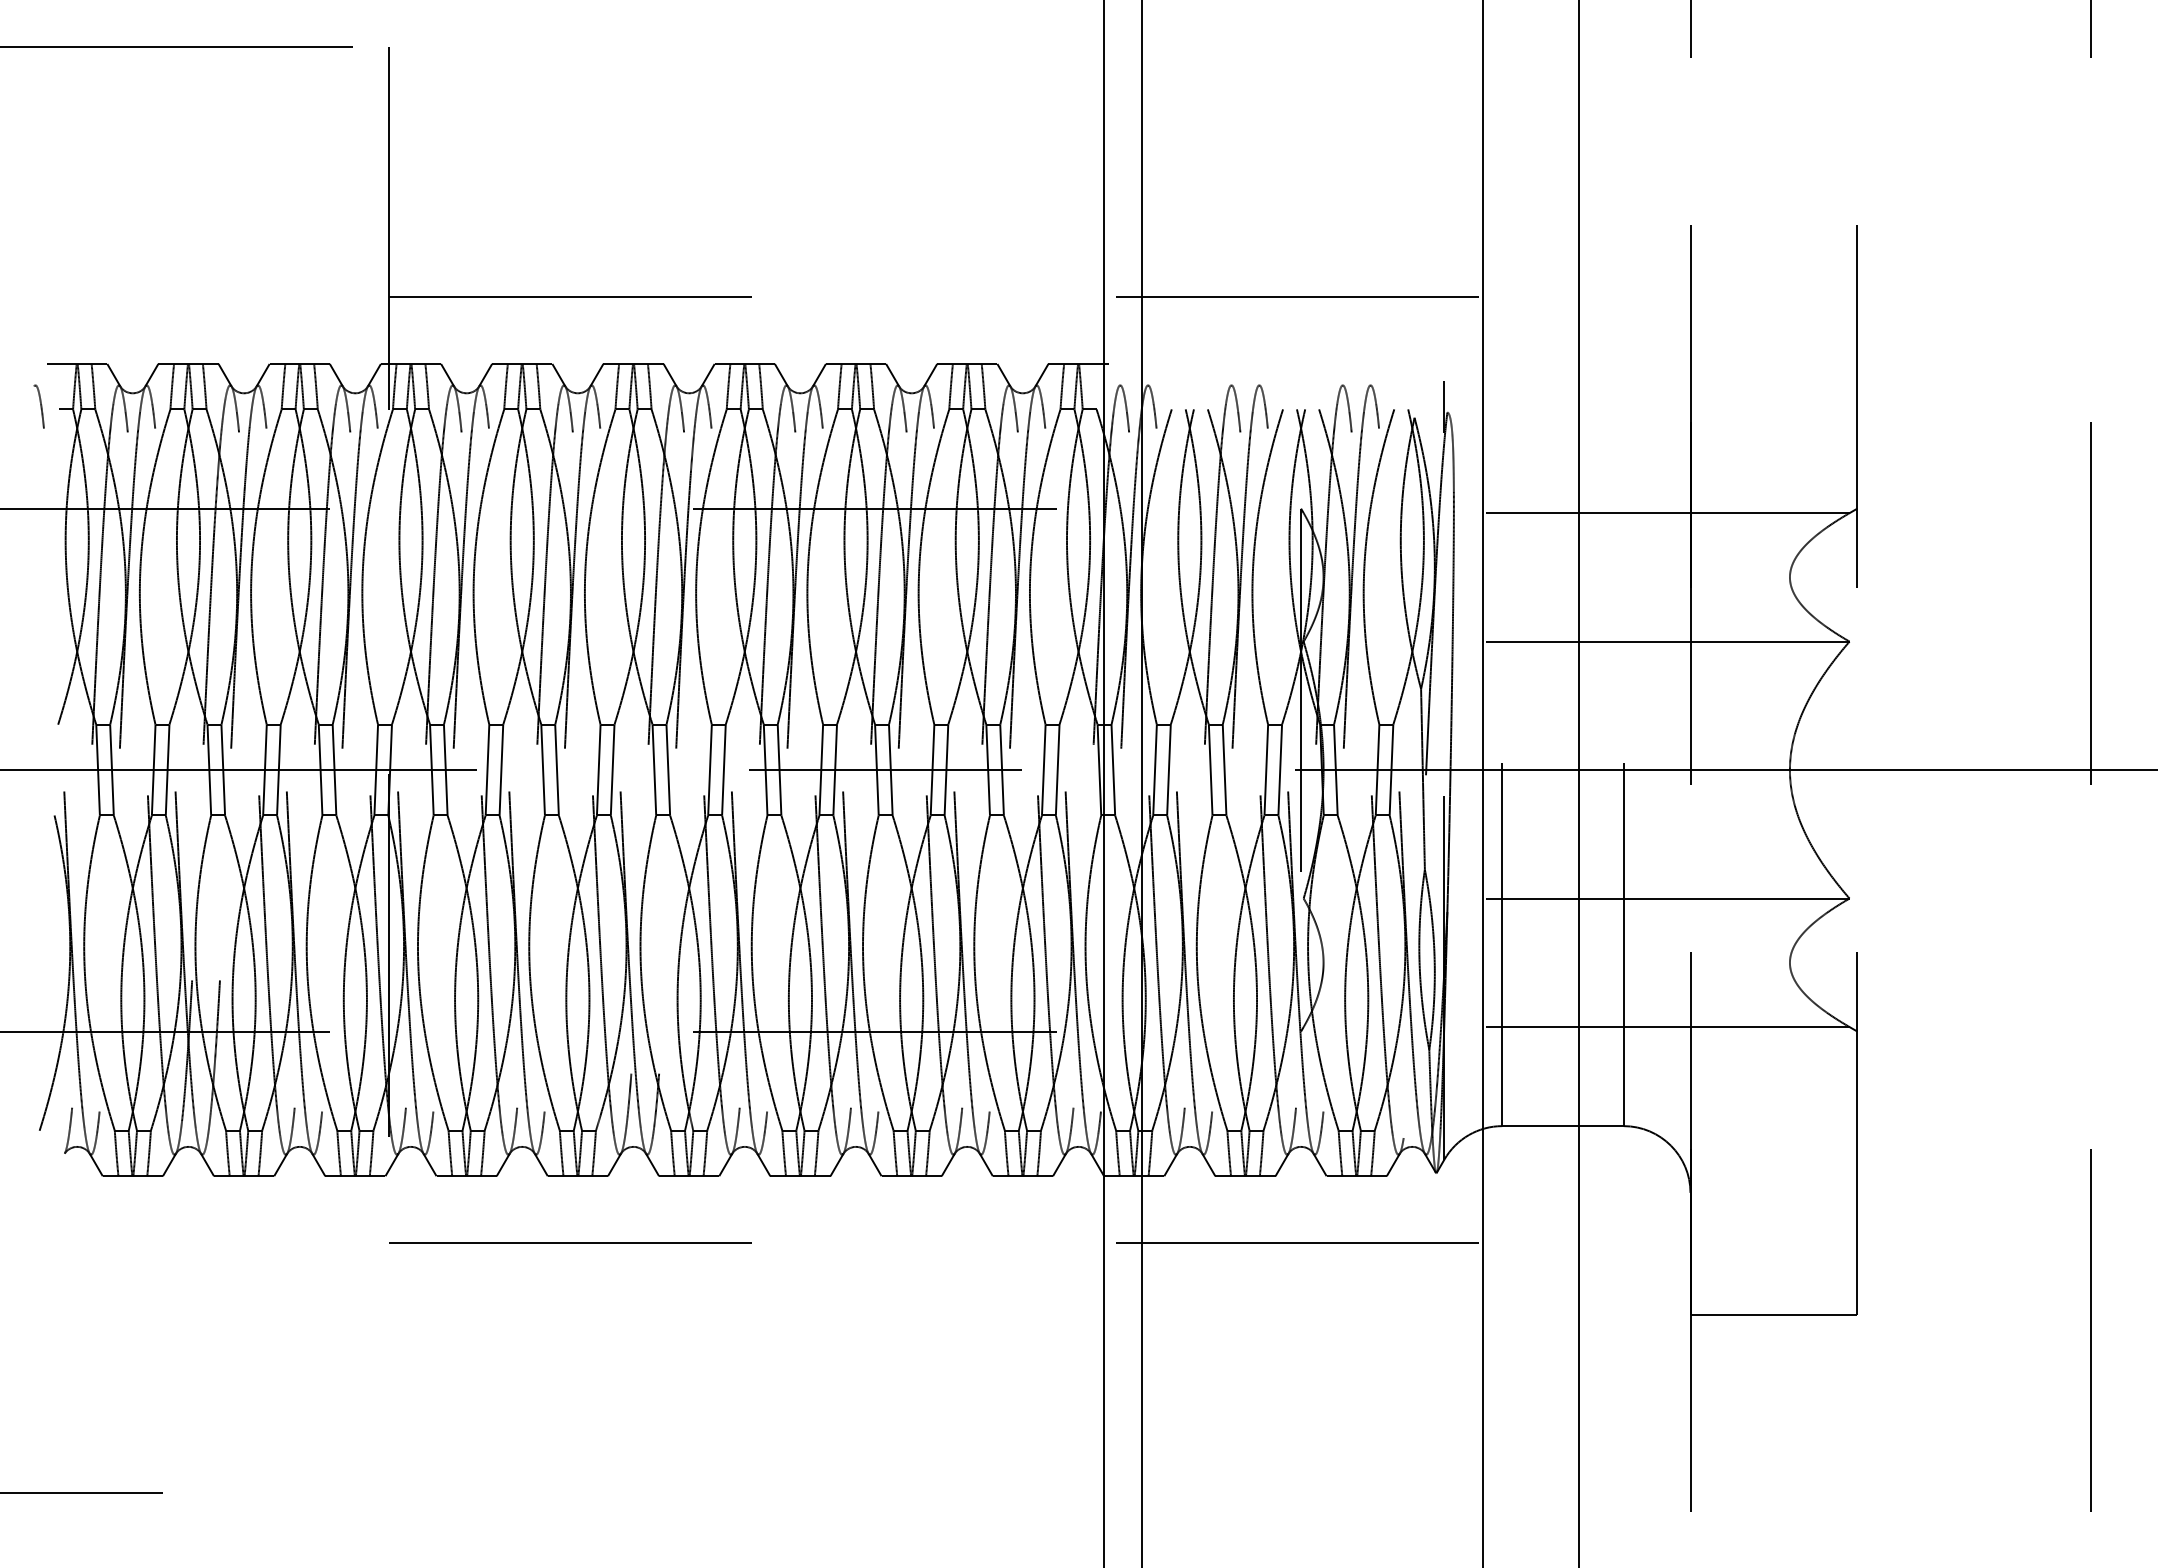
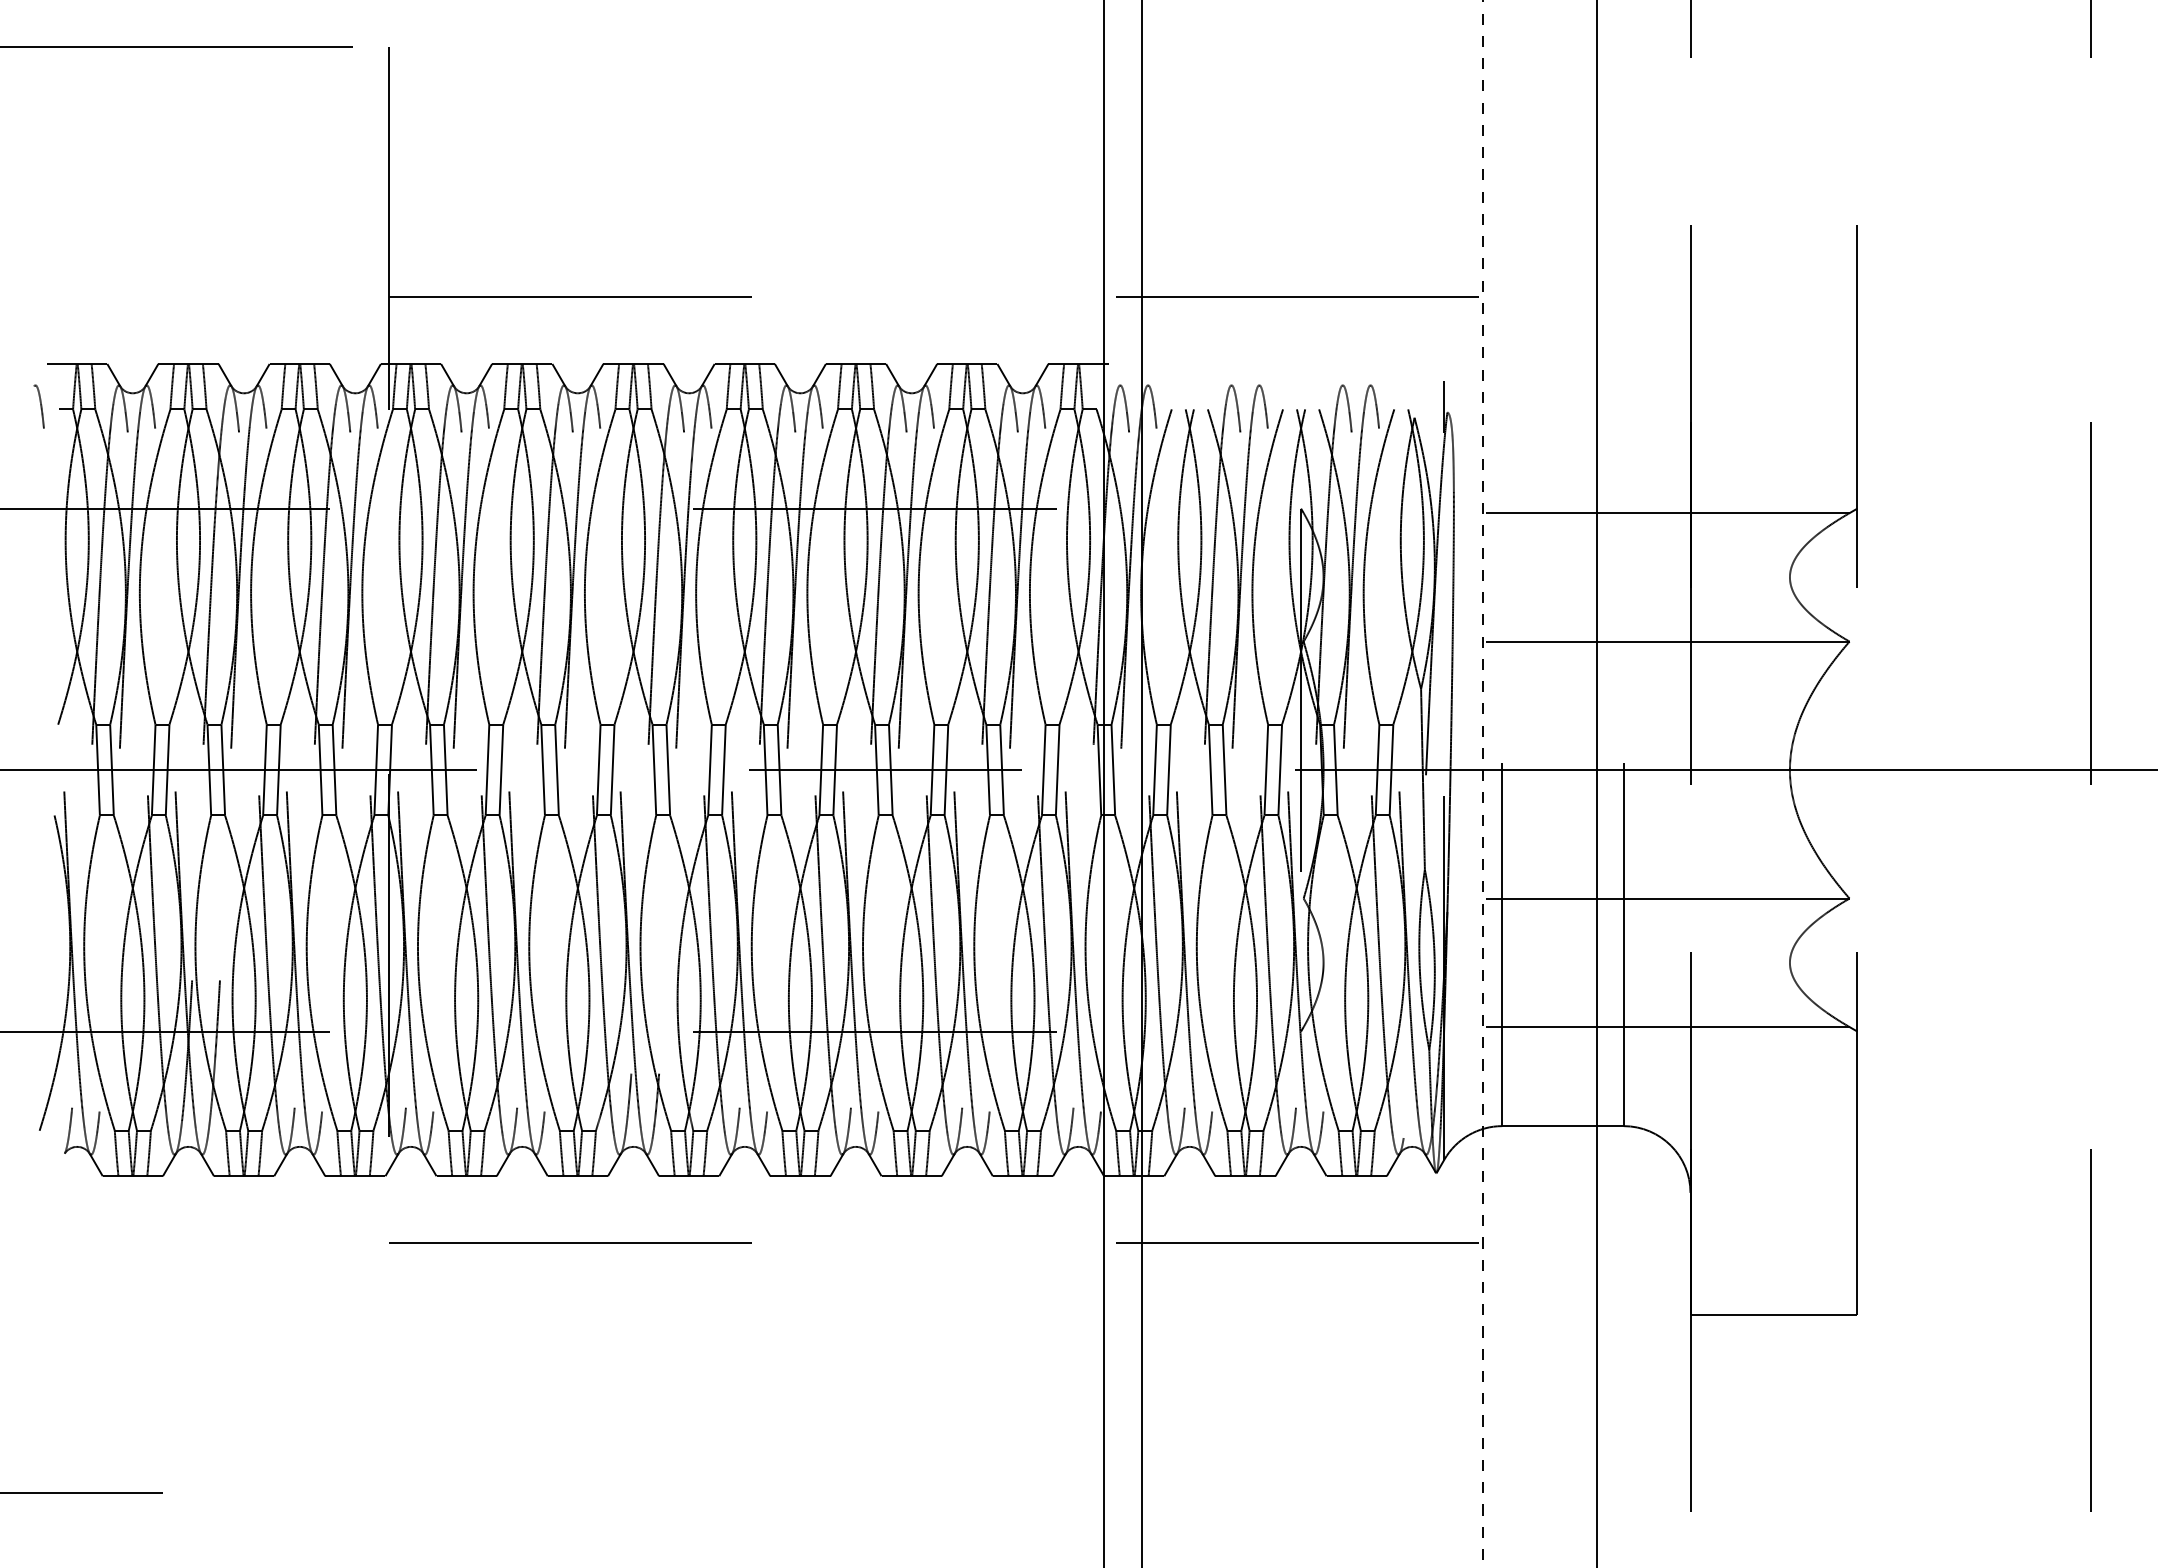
line at (1482, 783): solid -> dashed
line at (1579, 783) position: (1579, 783) -> (1597, 783)
